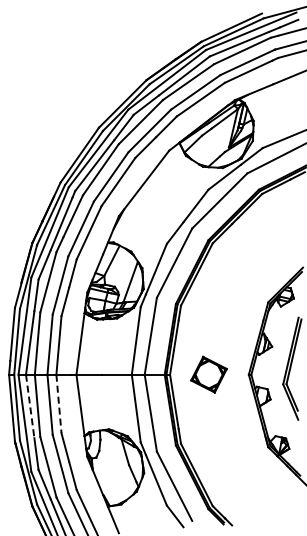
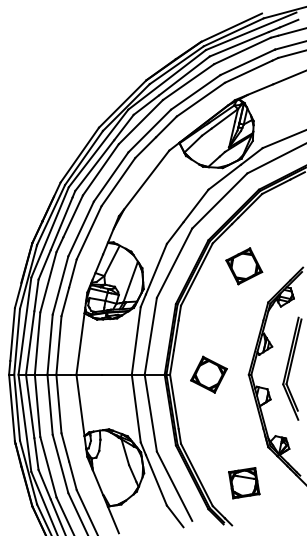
part at (244, 266): none -> present
line at (58, 404): dashed -> solid
line at (30, 406): dashed -> solid
part at (244, 483): none -> present
